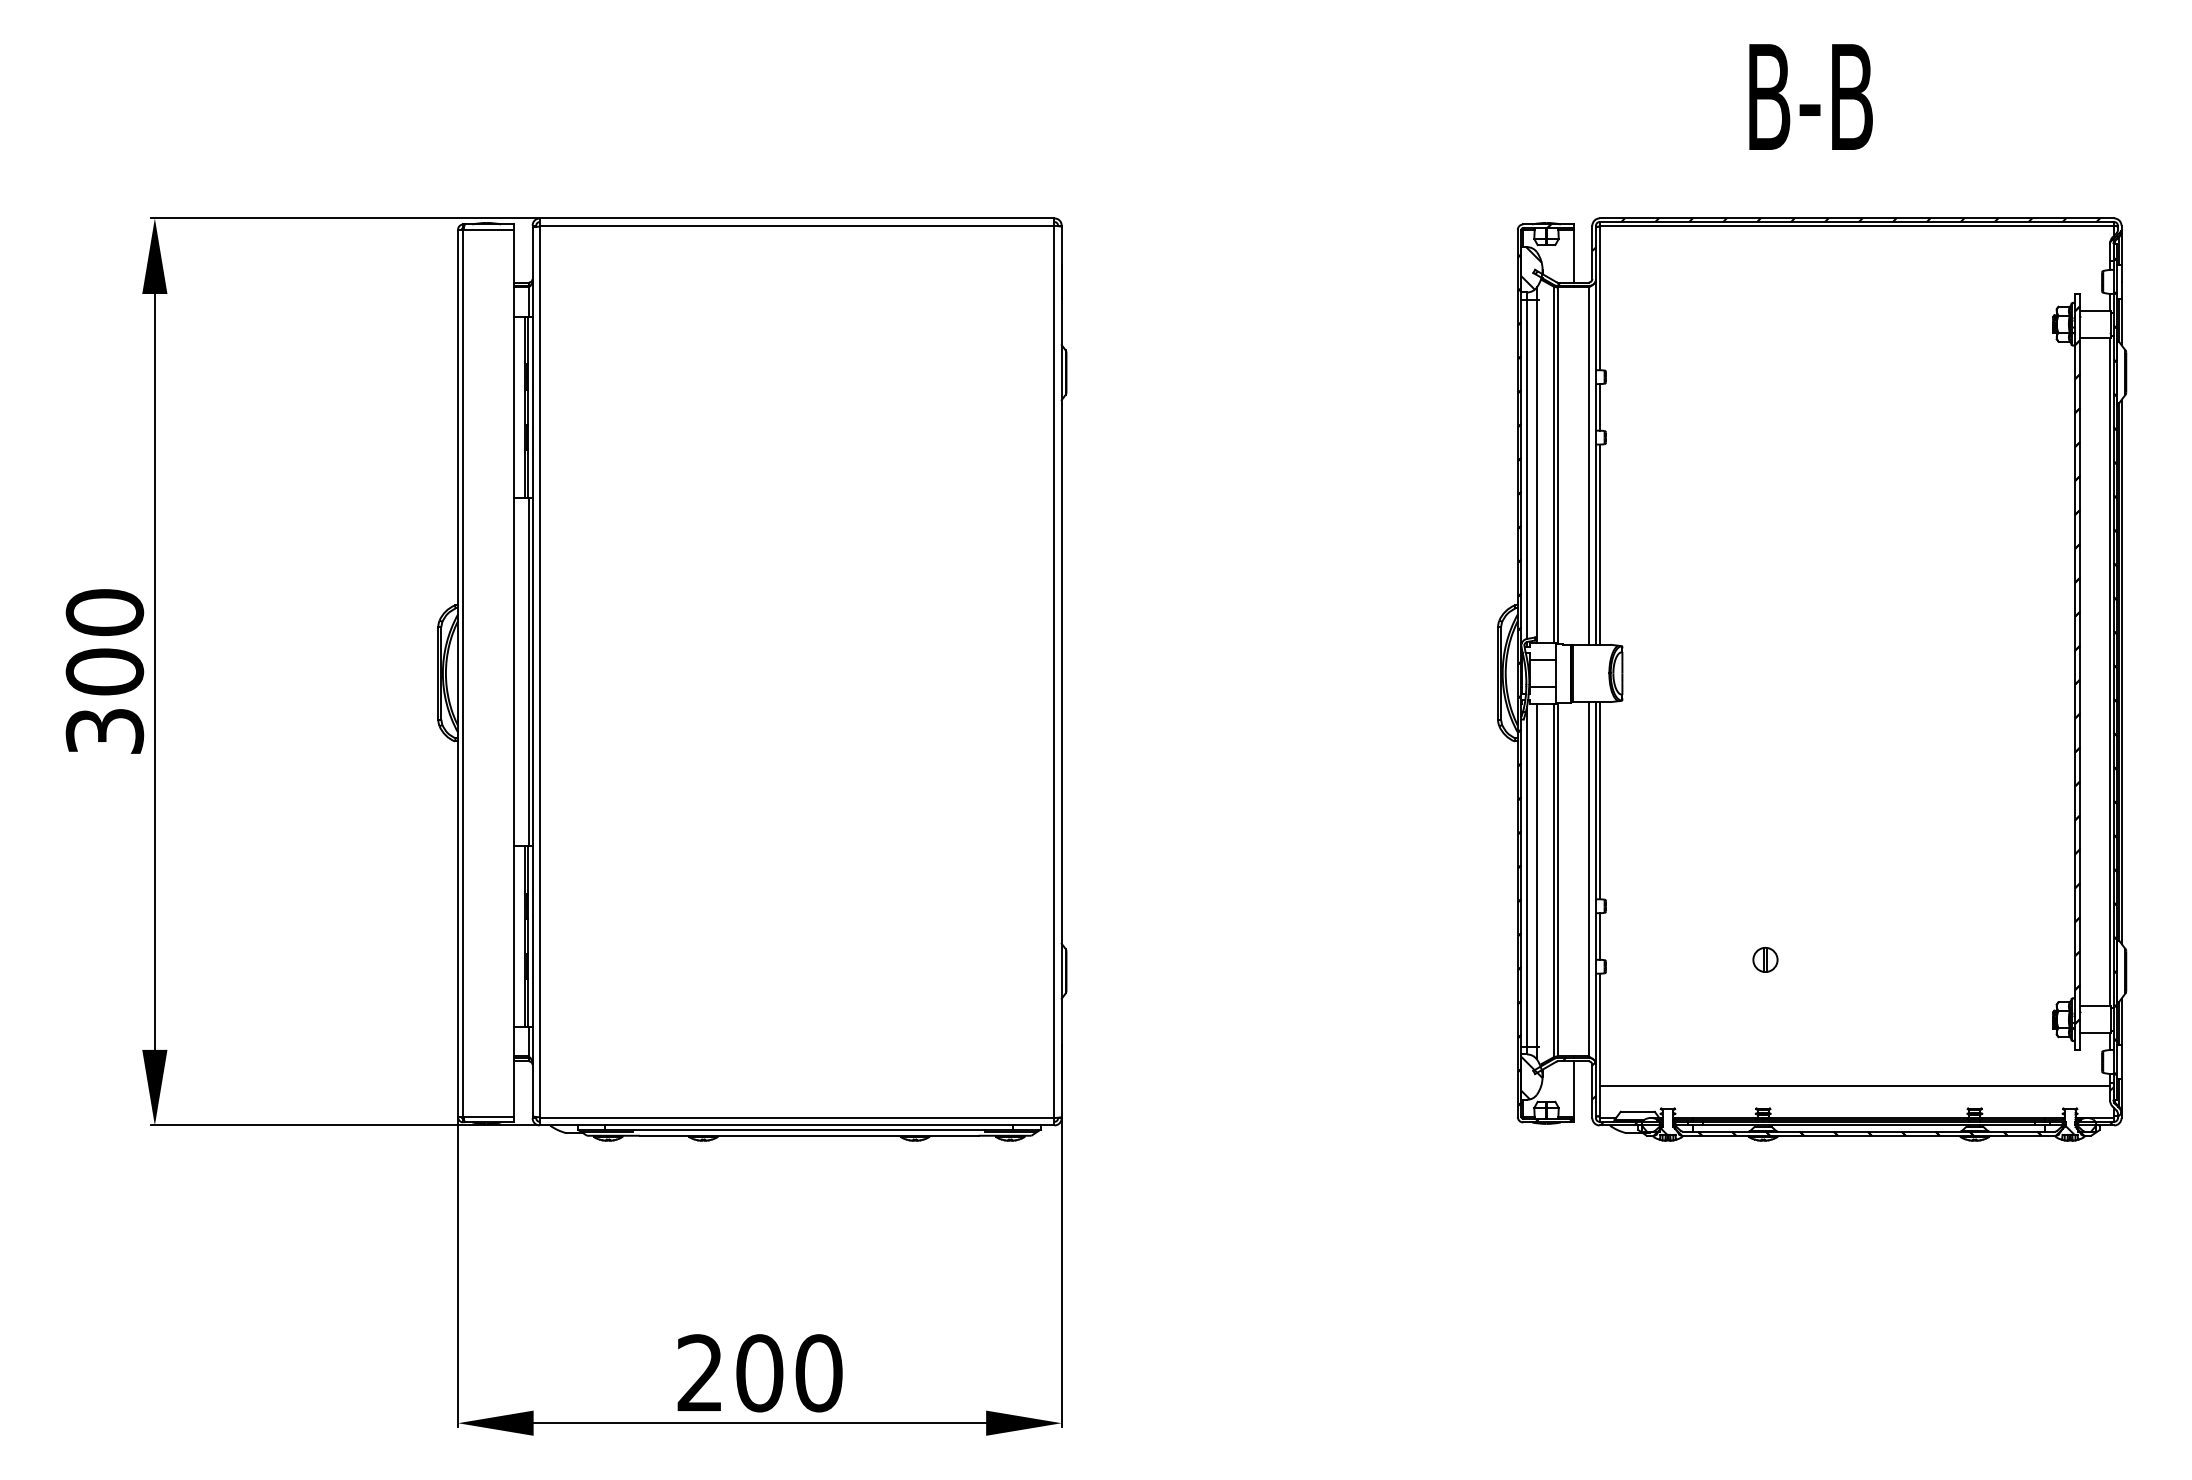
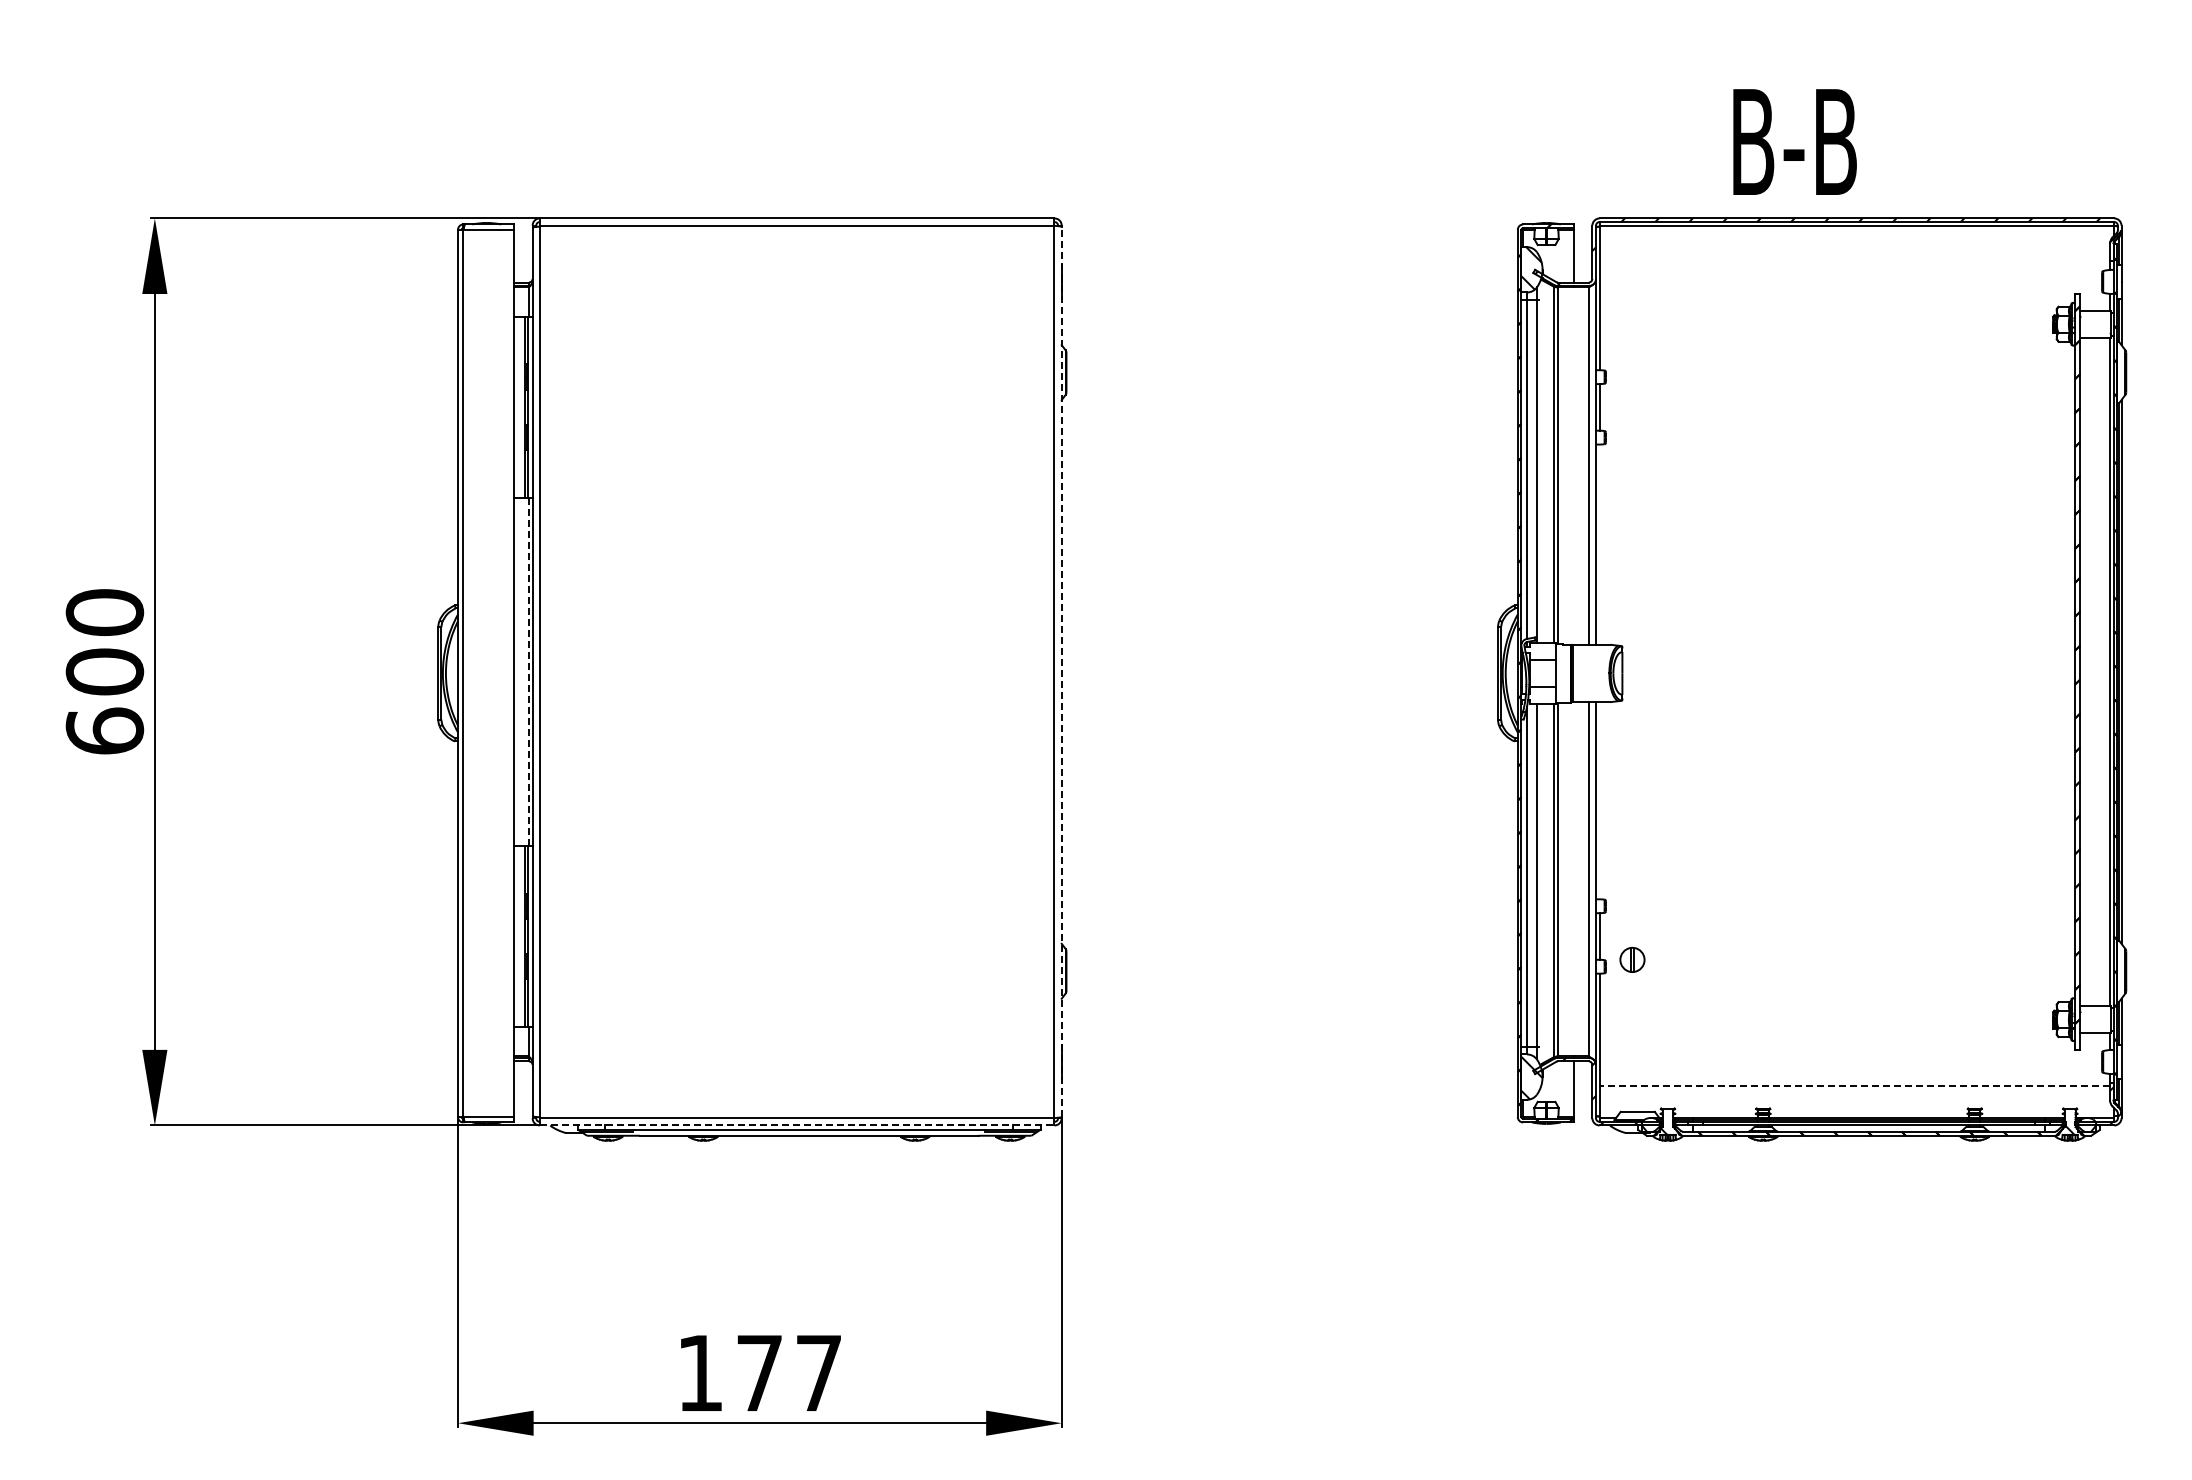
text at (1810, 96) position: (1810, 96) -> (1794, 141)
line at (1599, 544): present -> none
line at (528, 671): solid -> dashed
line at (1061, 671): solid -> dashed
text at (104, 730): 300 -> 600
line at (1599, 800): present -> none
part at (1765, 959) position: (1765, 959) -> (1632, 959)
line at (1854, 1086): solid -> dashed
line at (797, 1125): solid -> dashed
text at (759, 1373): 200 -> 177
